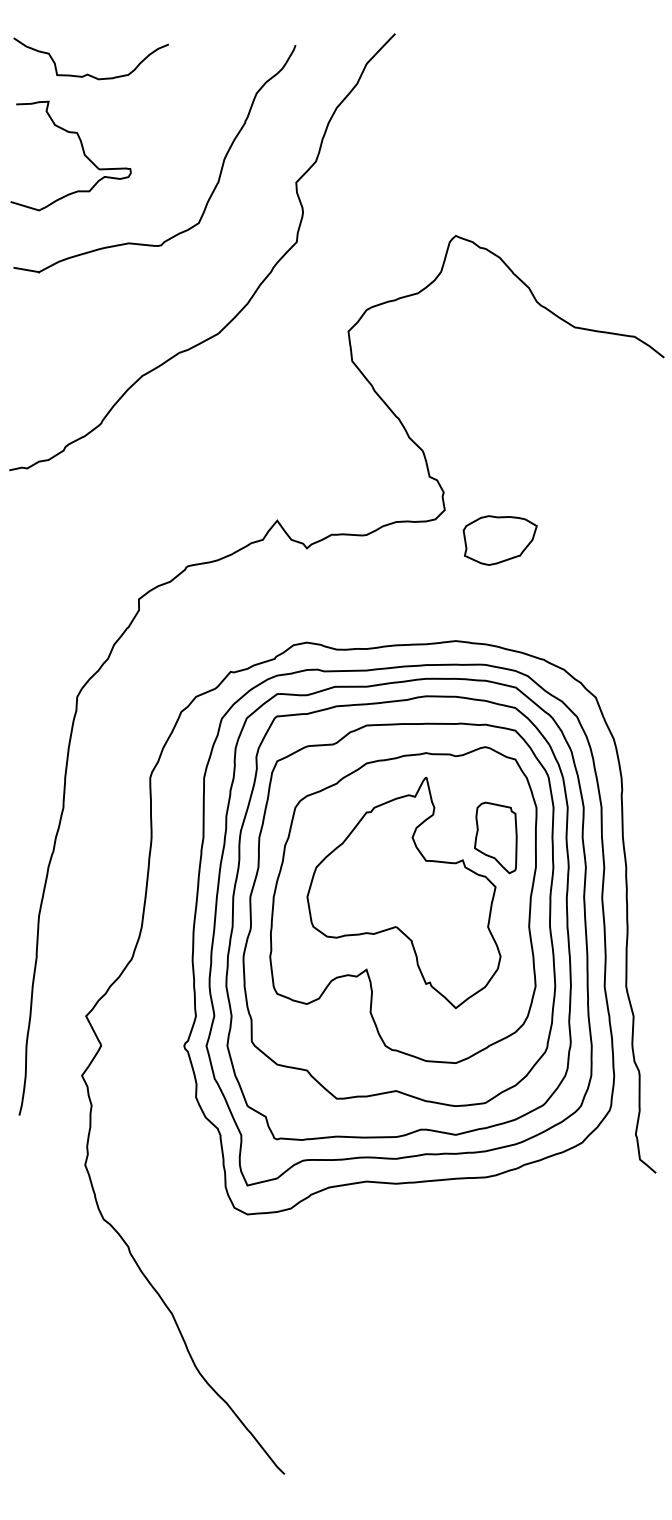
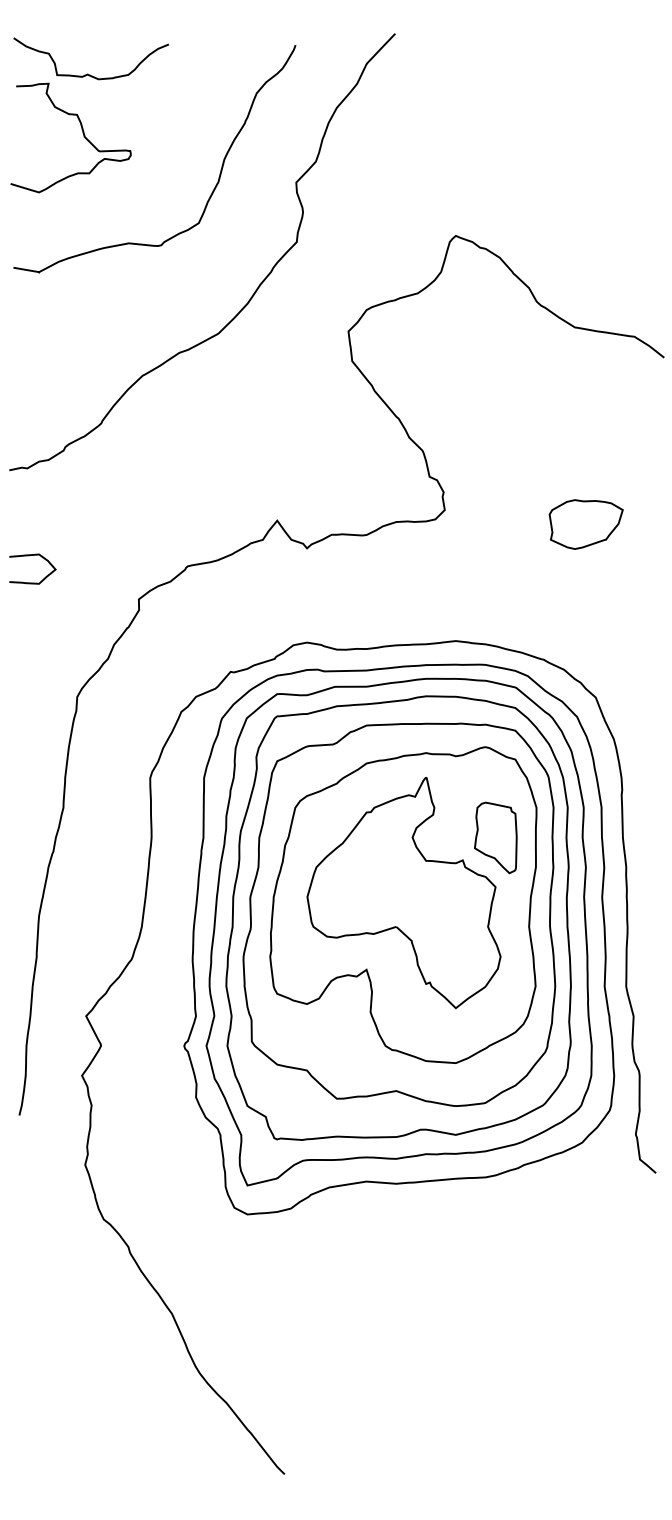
curve at (82, 151) position: (82, 151) -> (82, 133)
part at (499, 540) position: (499, 540) -> (585, 524)
curve at (29, 556): none -> present
